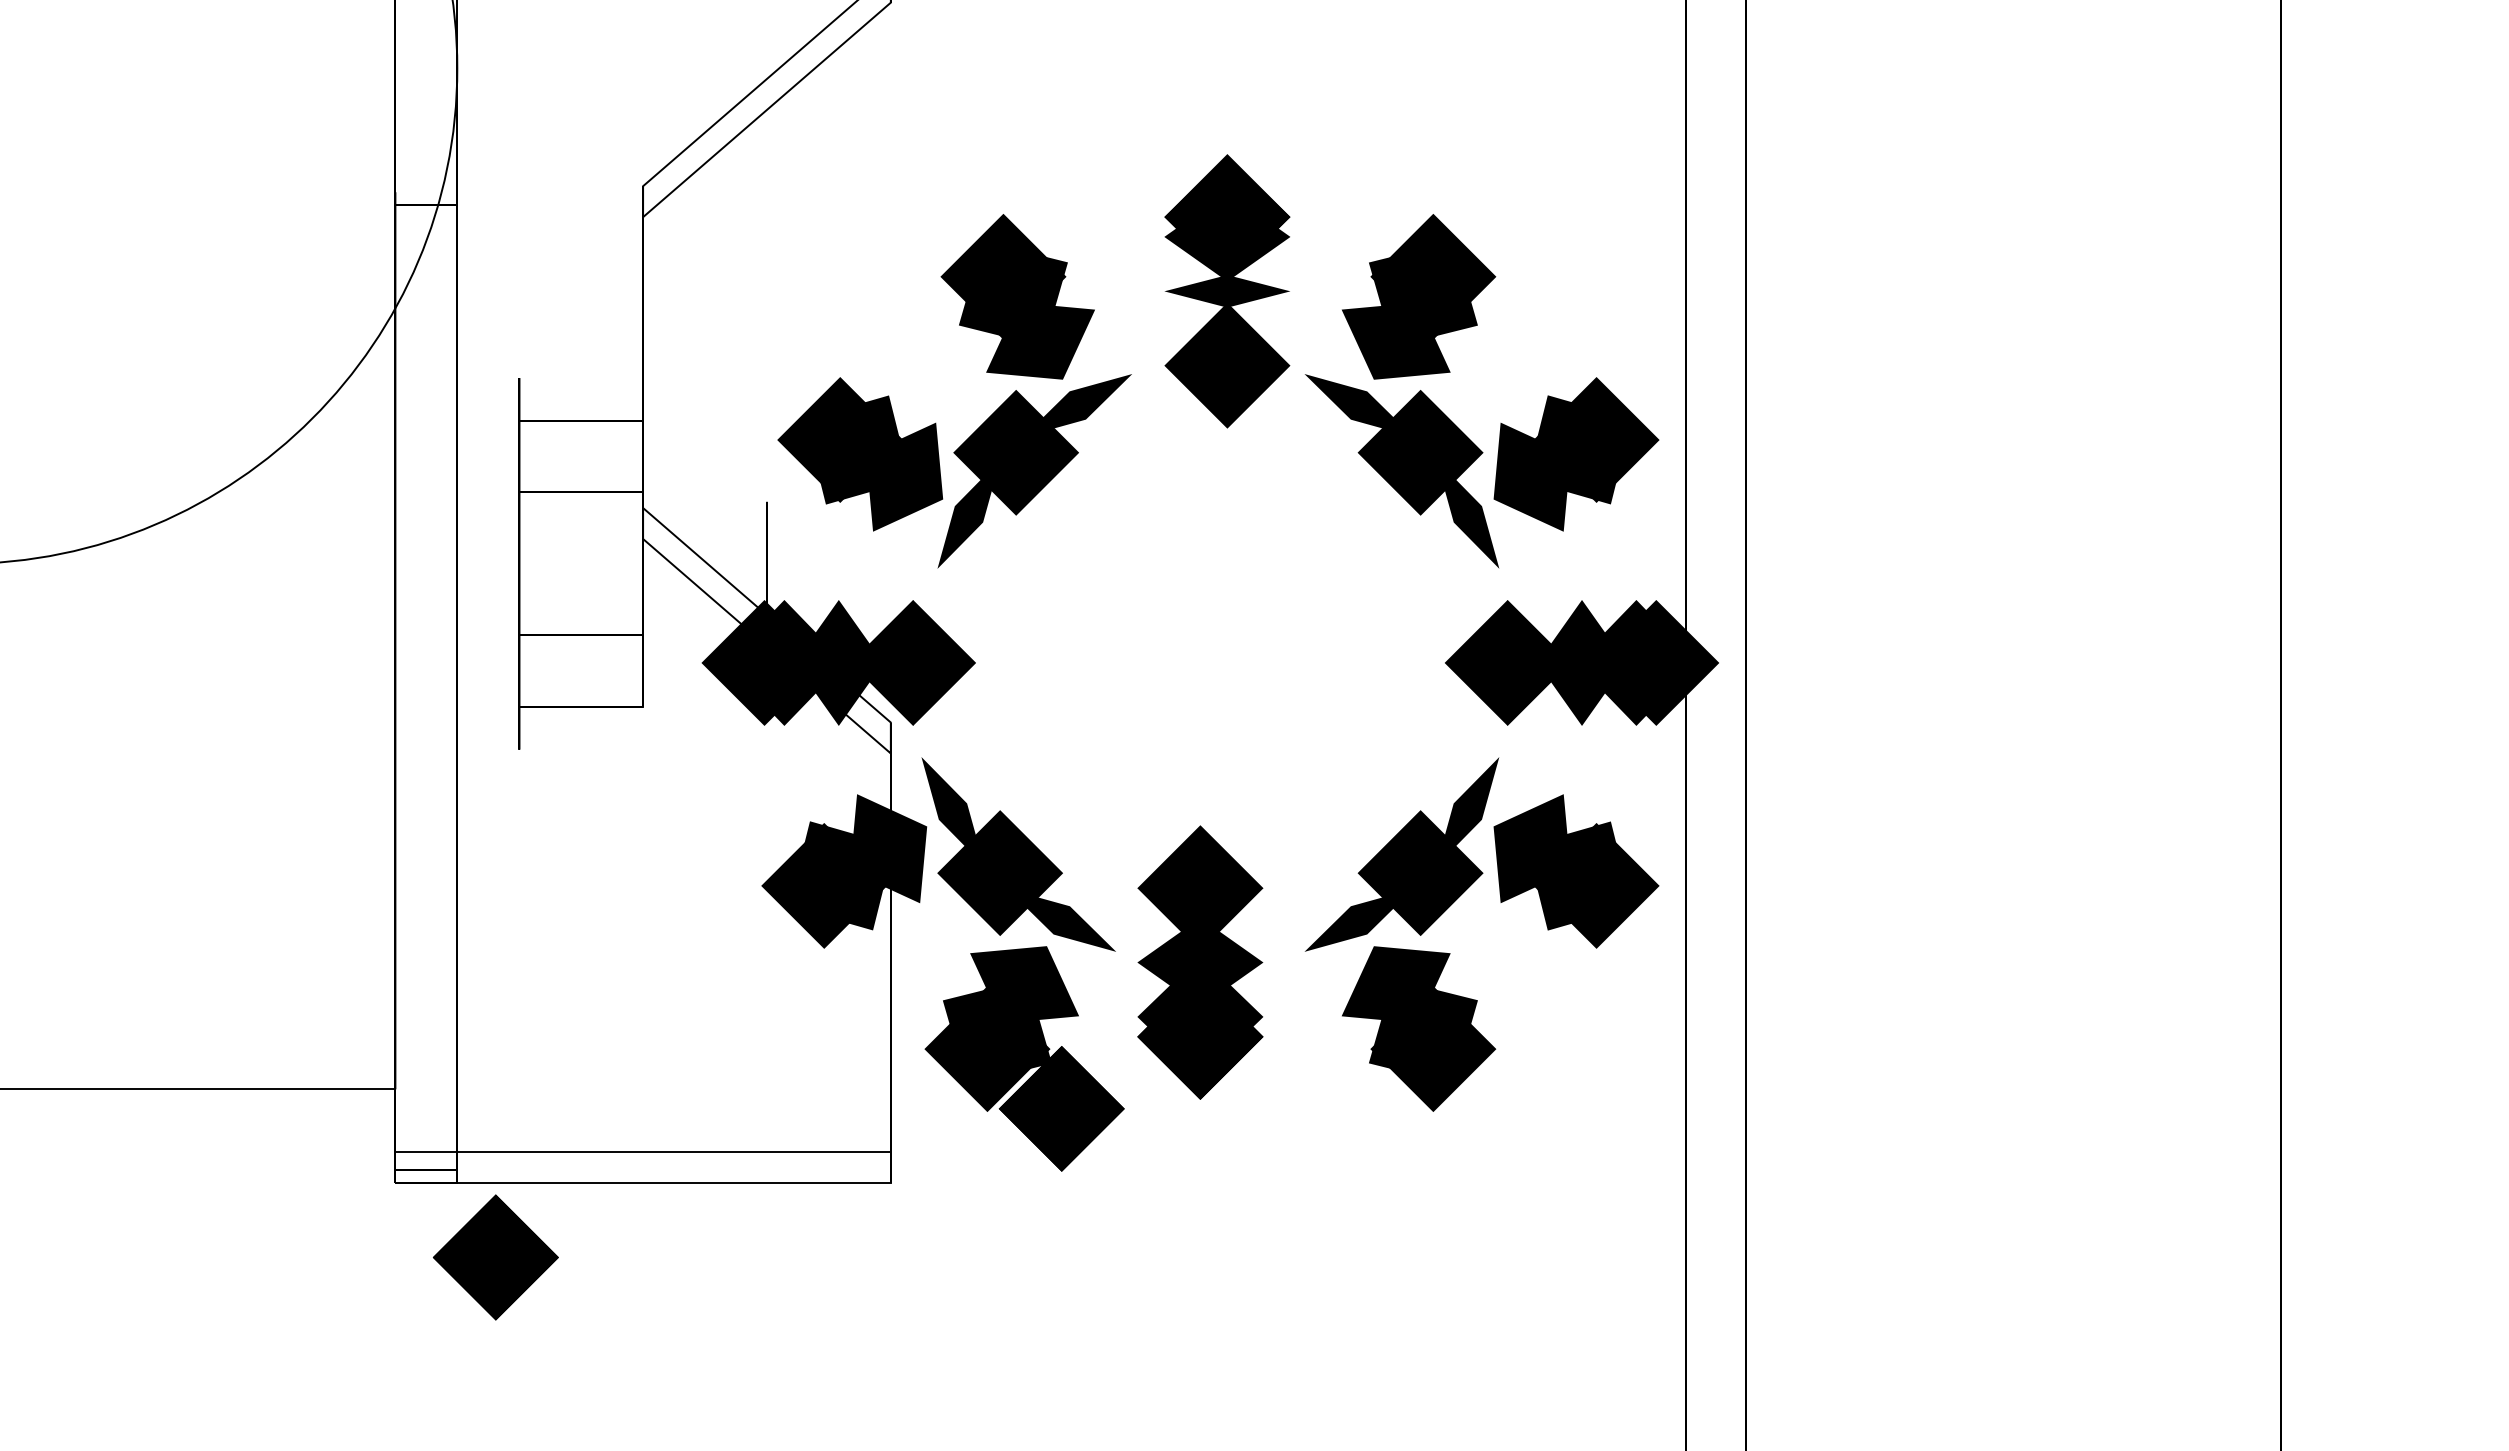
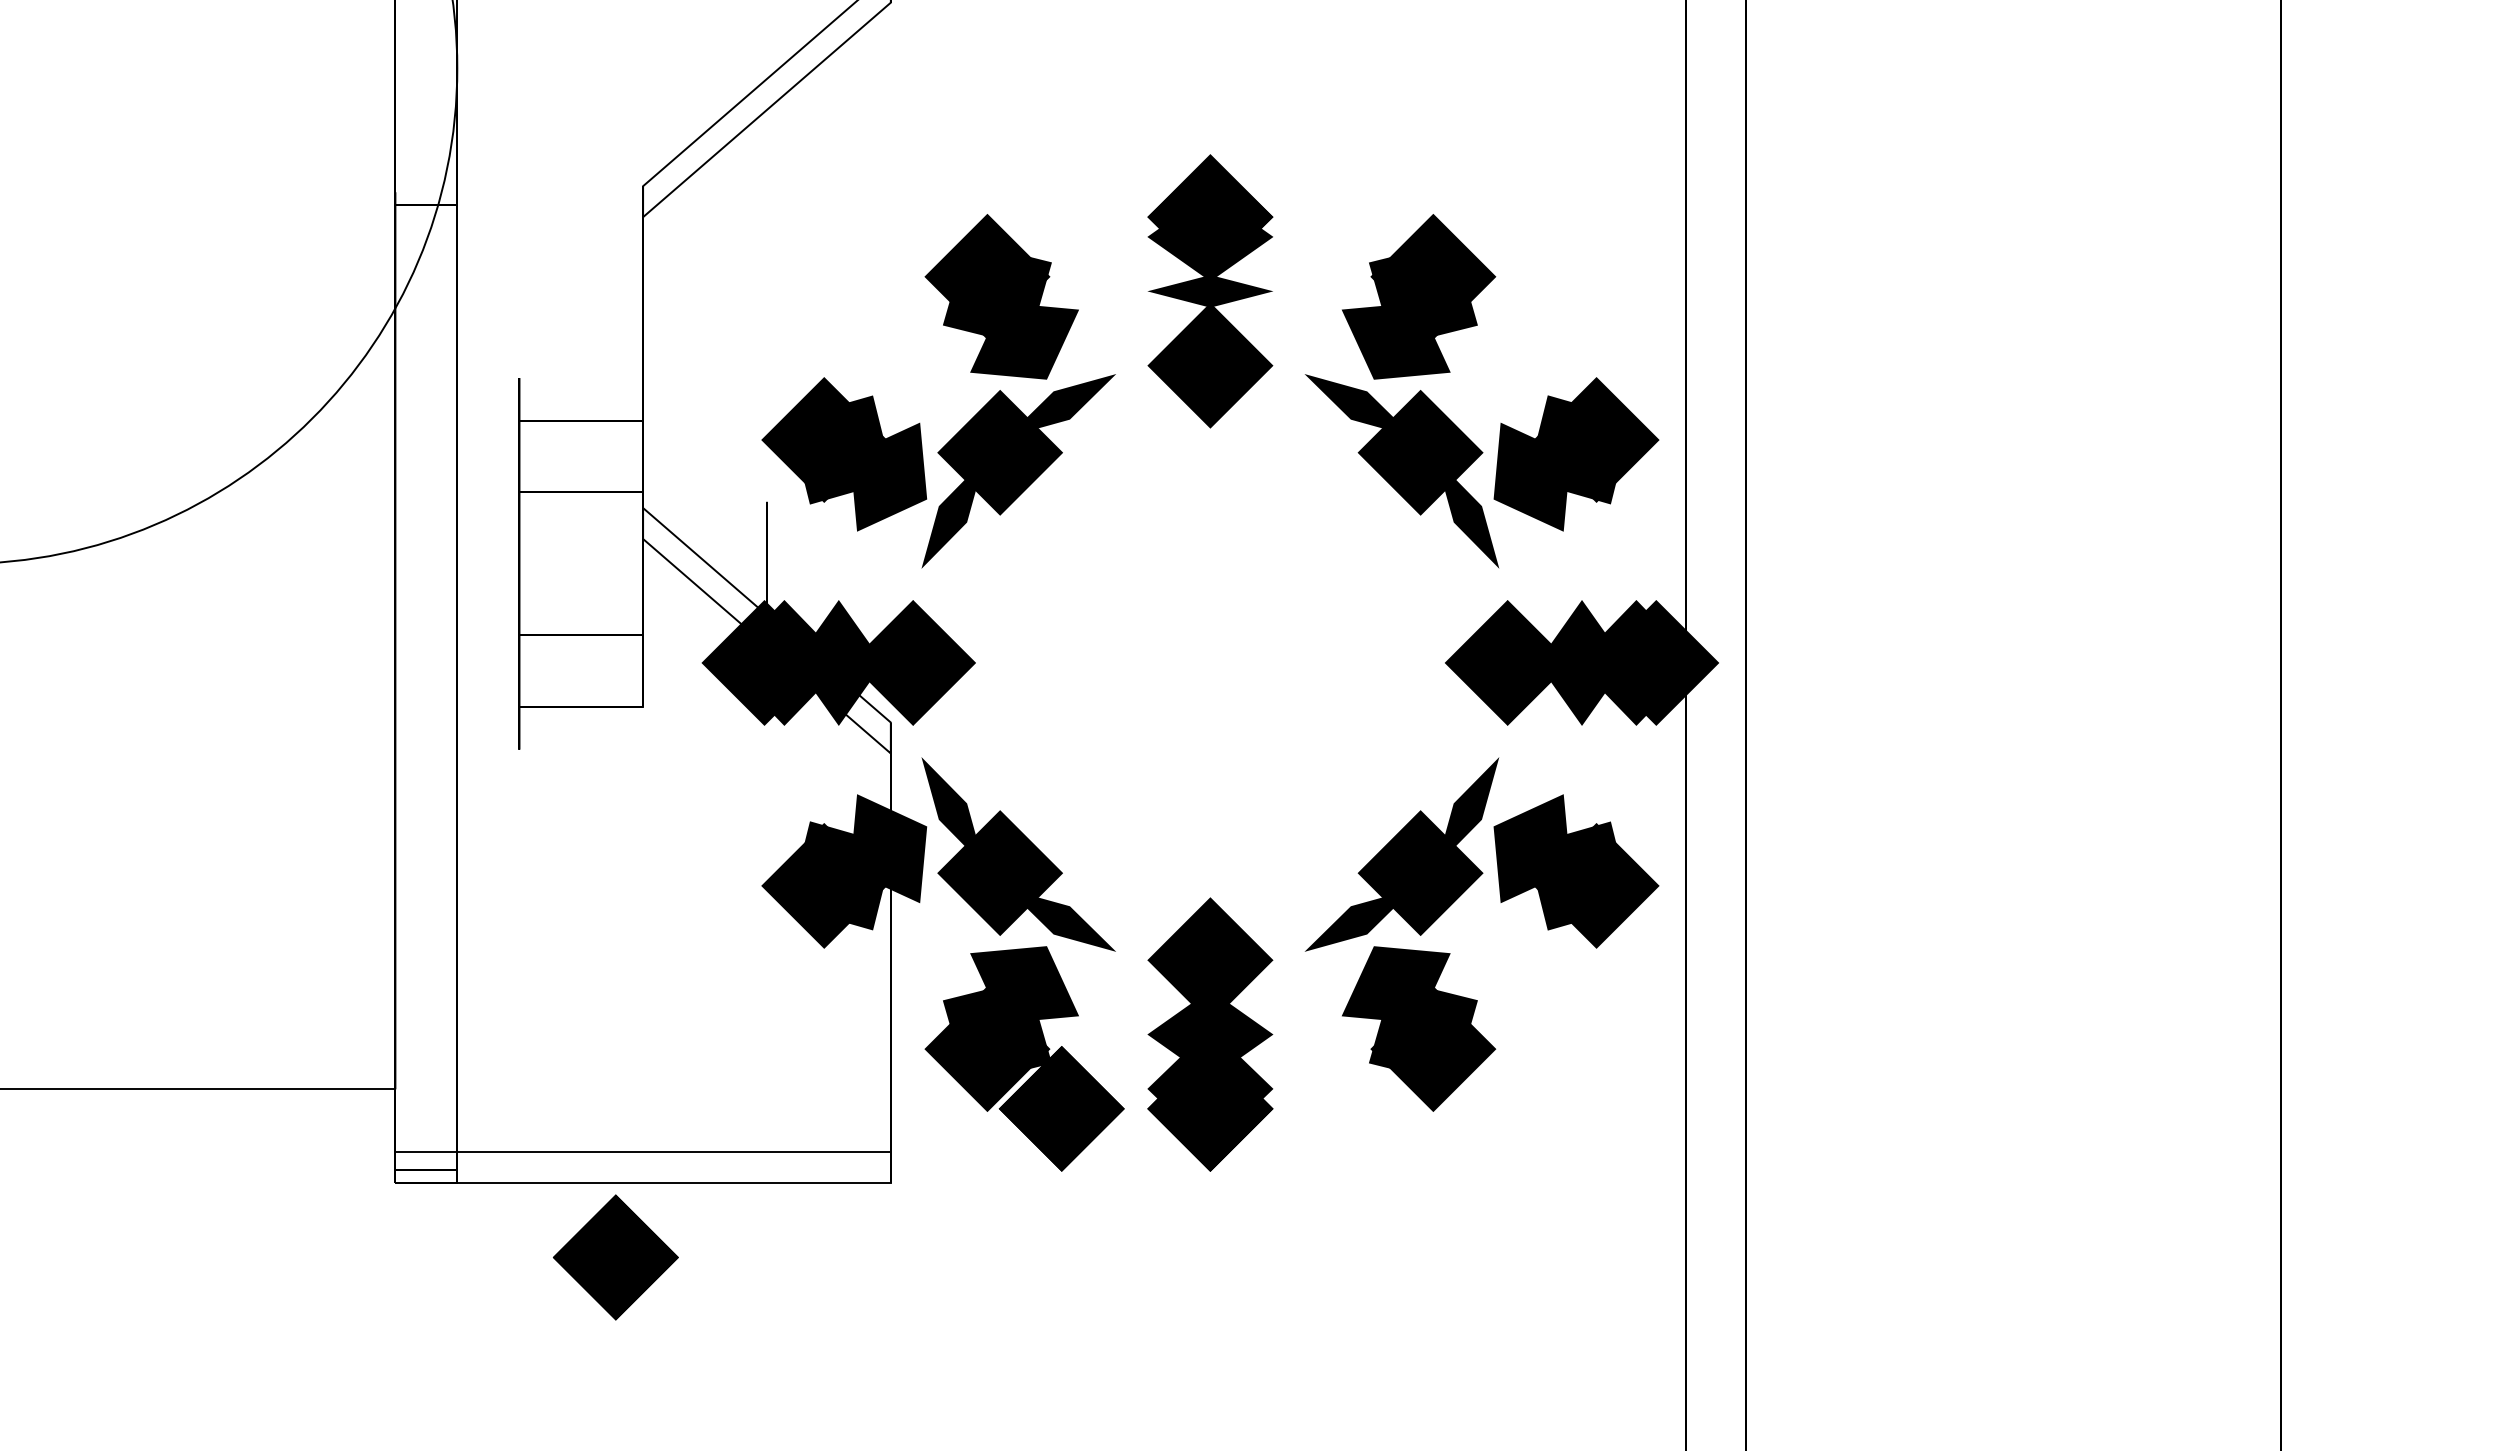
part at (1227, 291) position: (1227, 291) -> (1210, 291)
part at (935, 422) position: (935, 422) -> (919, 422)
part at (1200, 962) position: (1200, 962) -> (1210, 1034)
part at (495, 1257) position: (495, 1257) -> (615, 1257)
